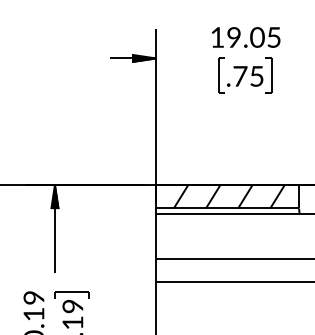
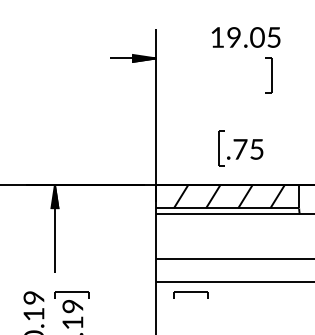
part at (240, 75) position: (240, 75) -> (240, 148)
part at (190, 294): none -> present
